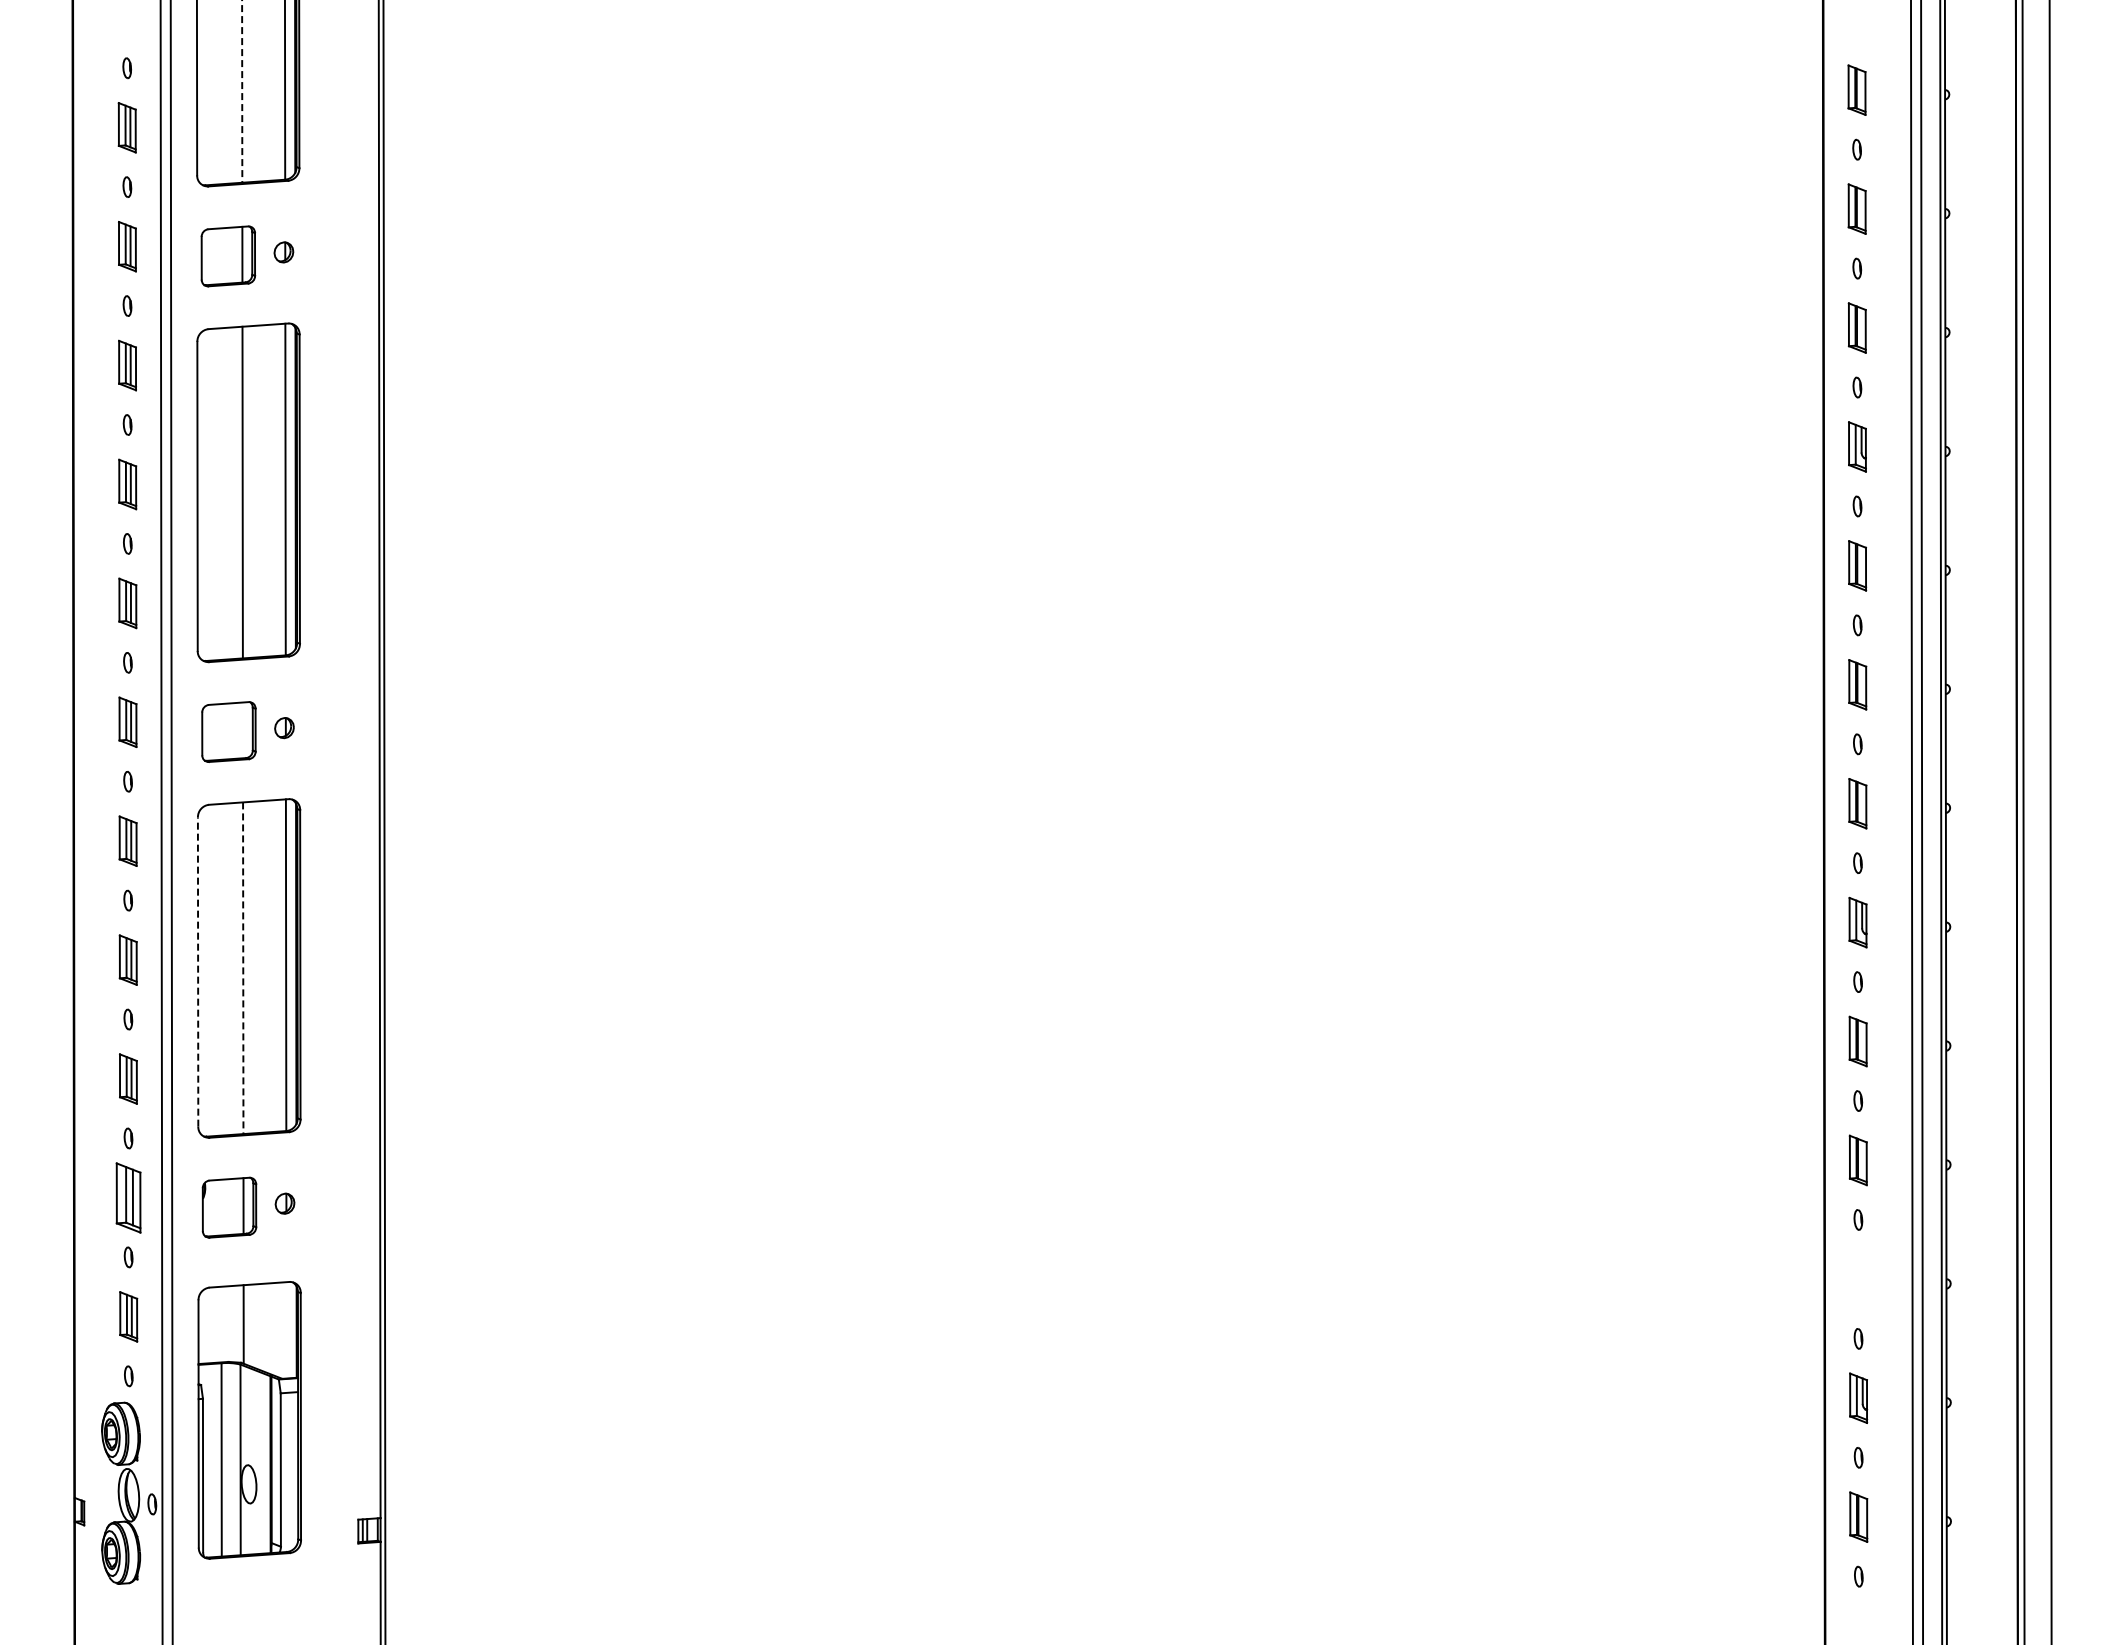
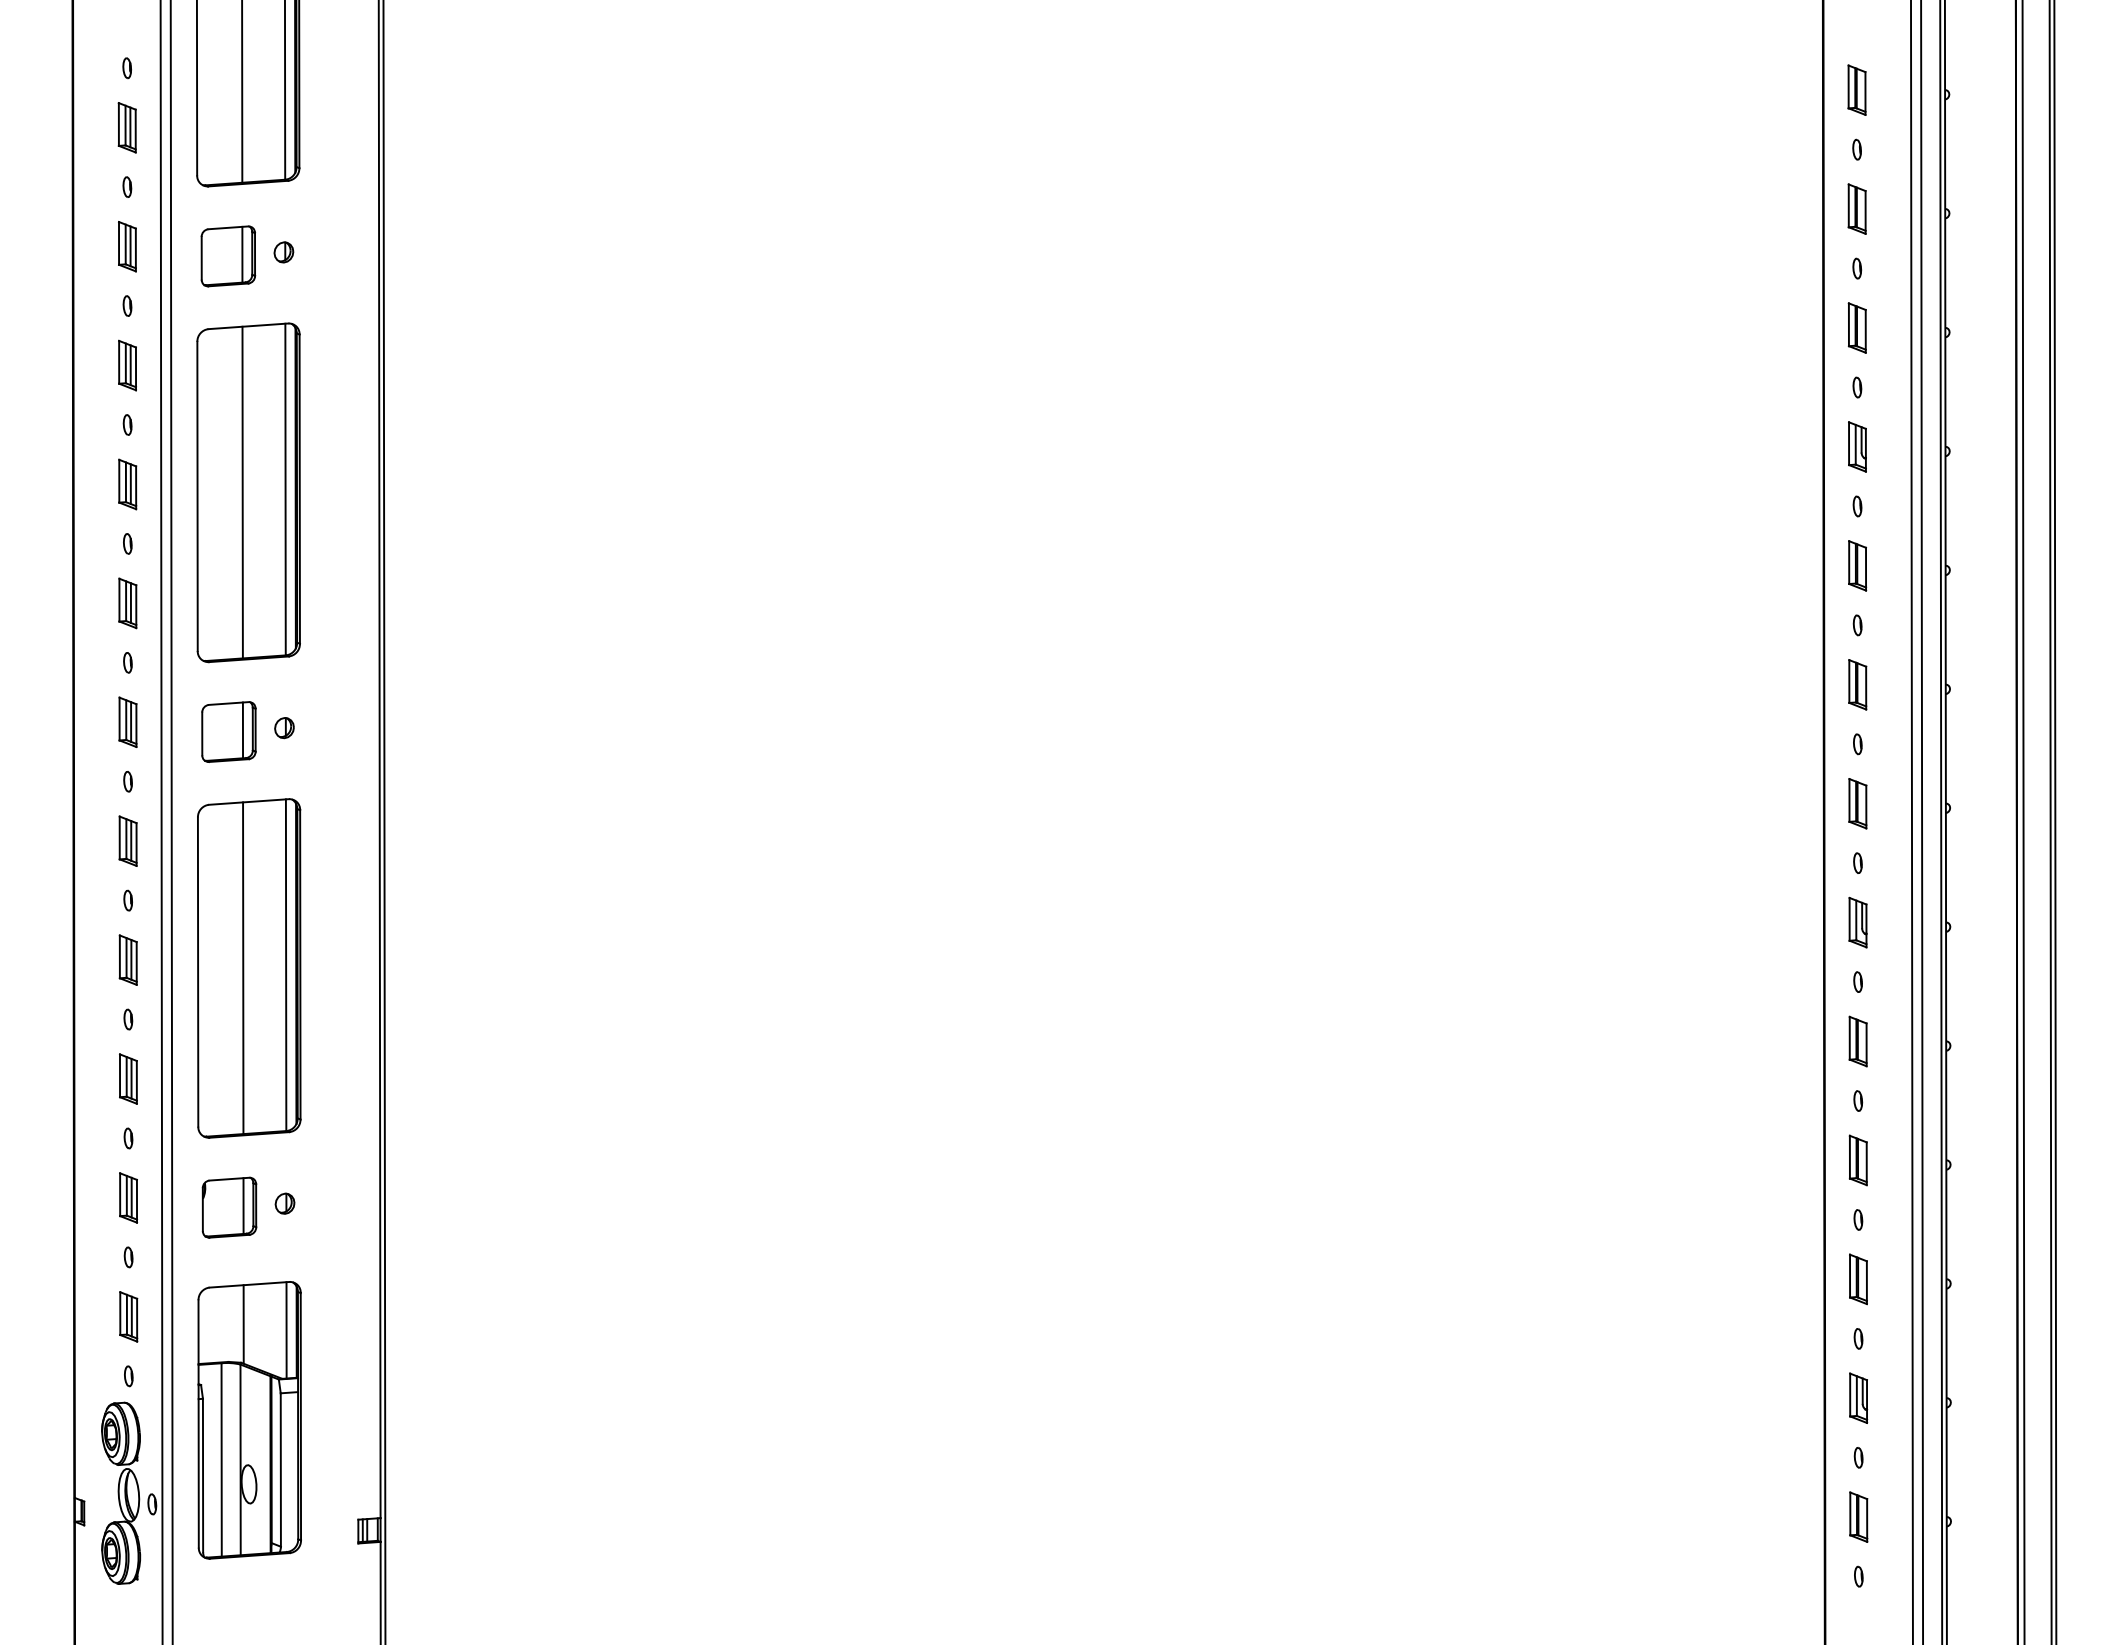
line at (242, 91): dashed -> solid
line at (242, 730): none -> present
line at (2055, 821): none -> present
line at (243, 968): dashed -> solid
line at (198, 972): dashed -> solid
part at (128, 1197) size: 27x72 px -> 19x52 px
part at (1858, 1279): none -> present
line at (286, 1330): none -> present
